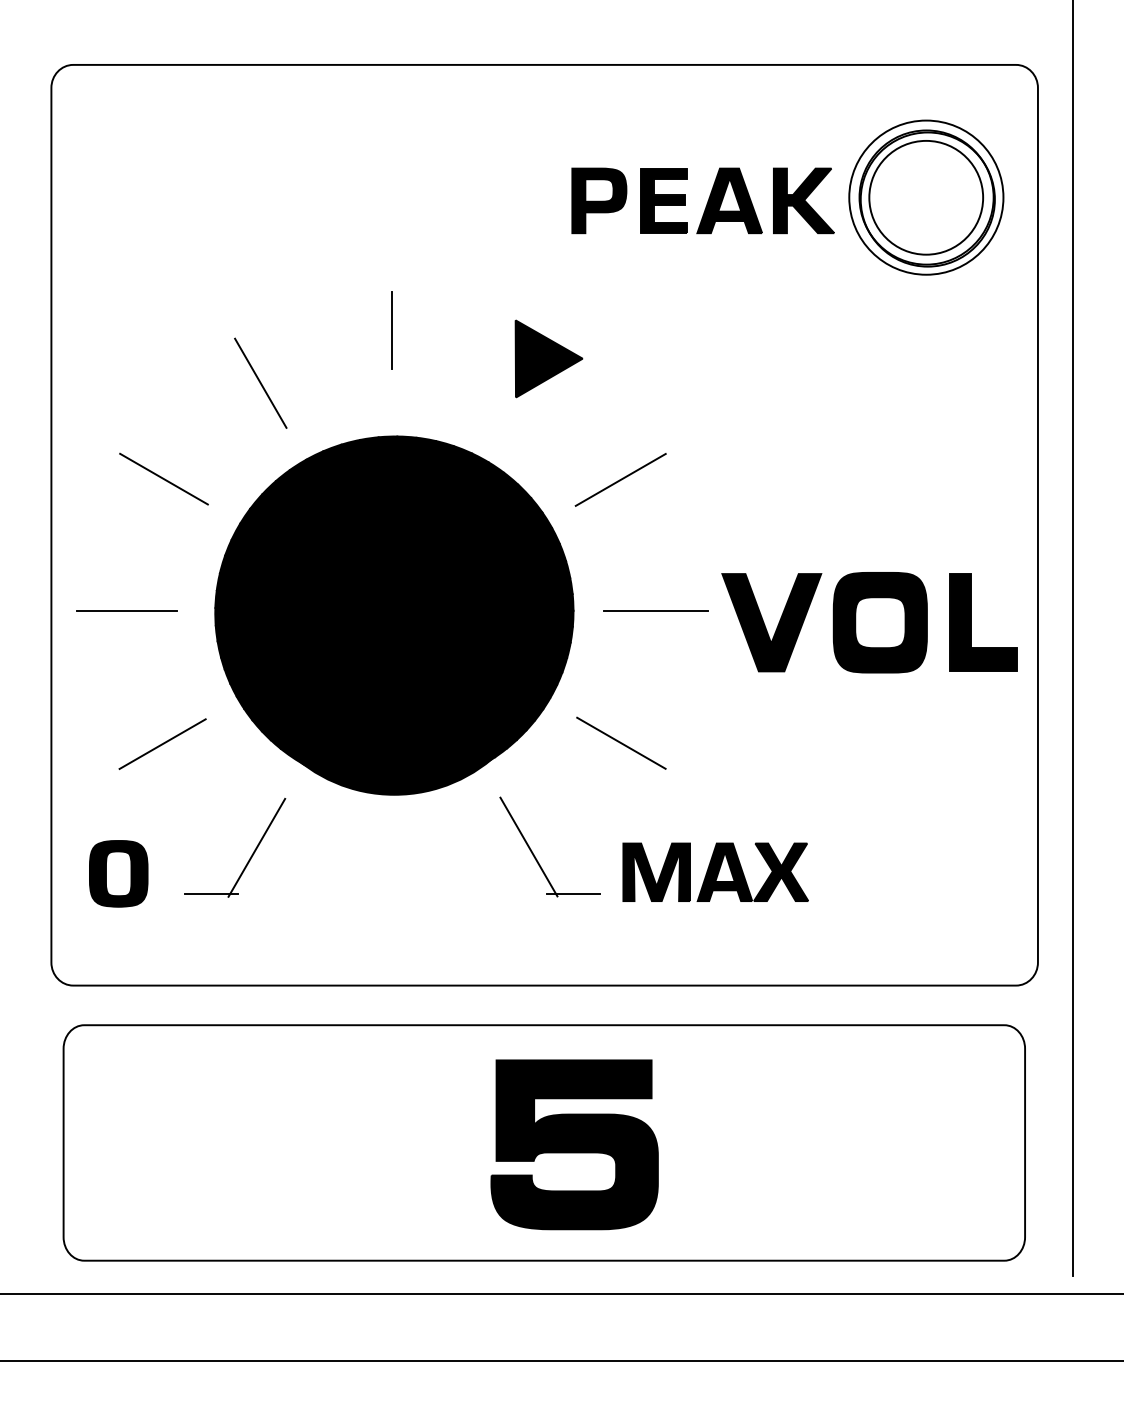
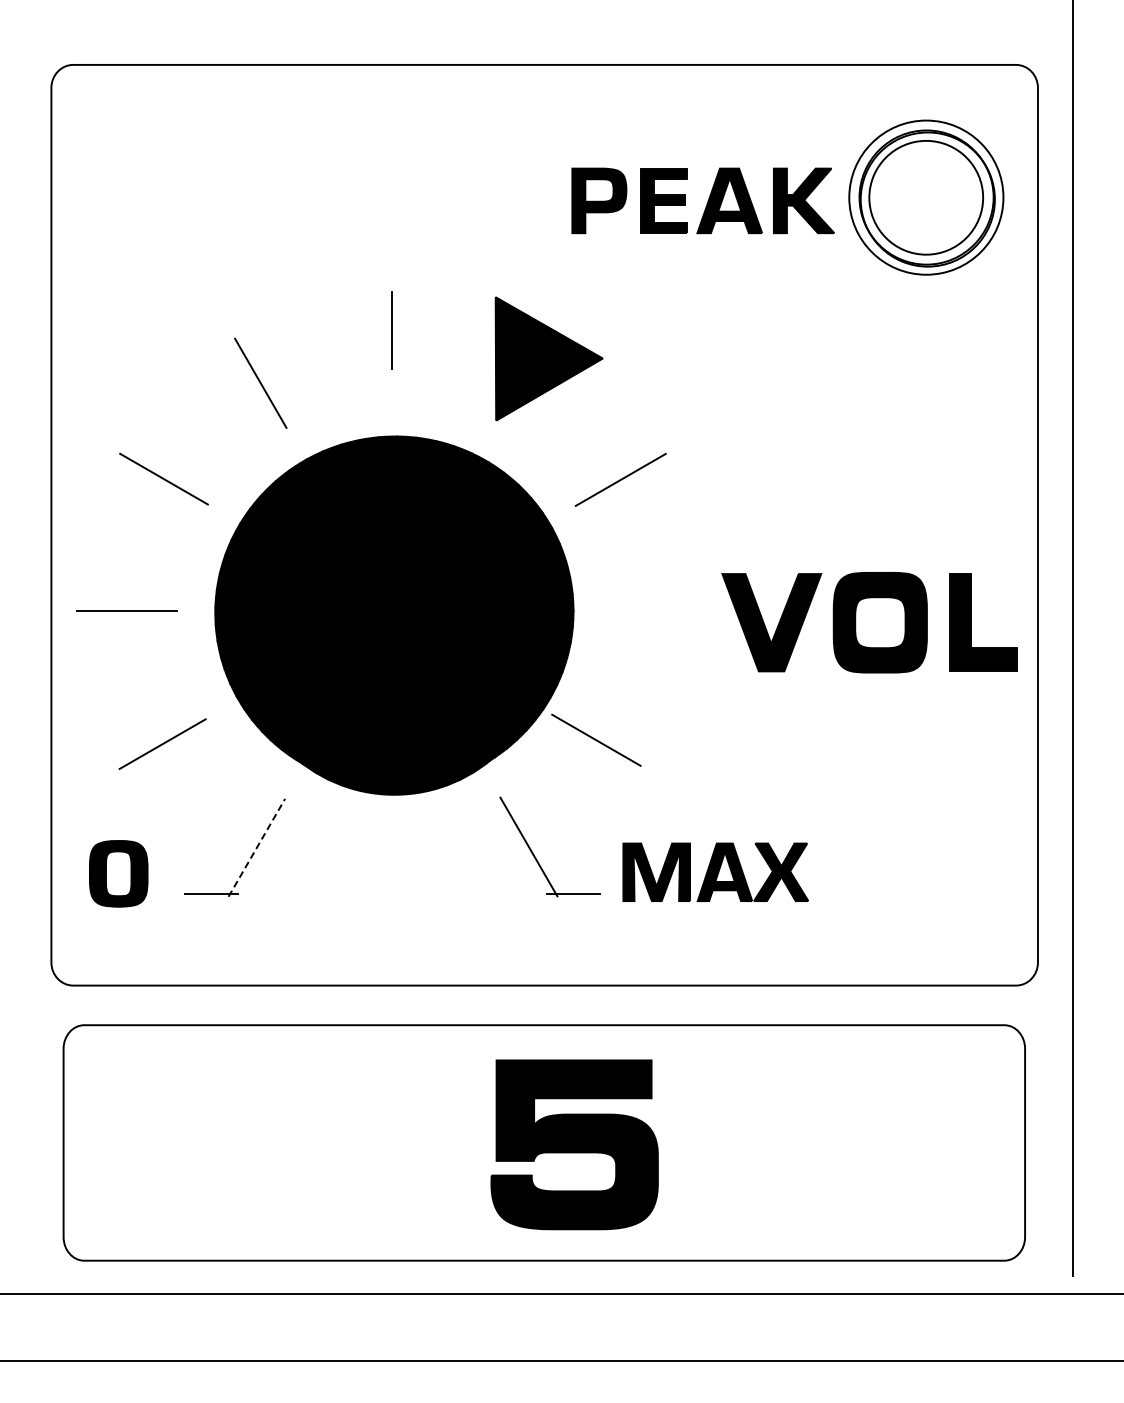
part at (548, 358) size: 70x80 px -> 110x126 px
line at (655, 611): present -> none
line at (621, 742) position: (621, 742) -> (596, 739)
line at (256, 847): solid -> dashed
